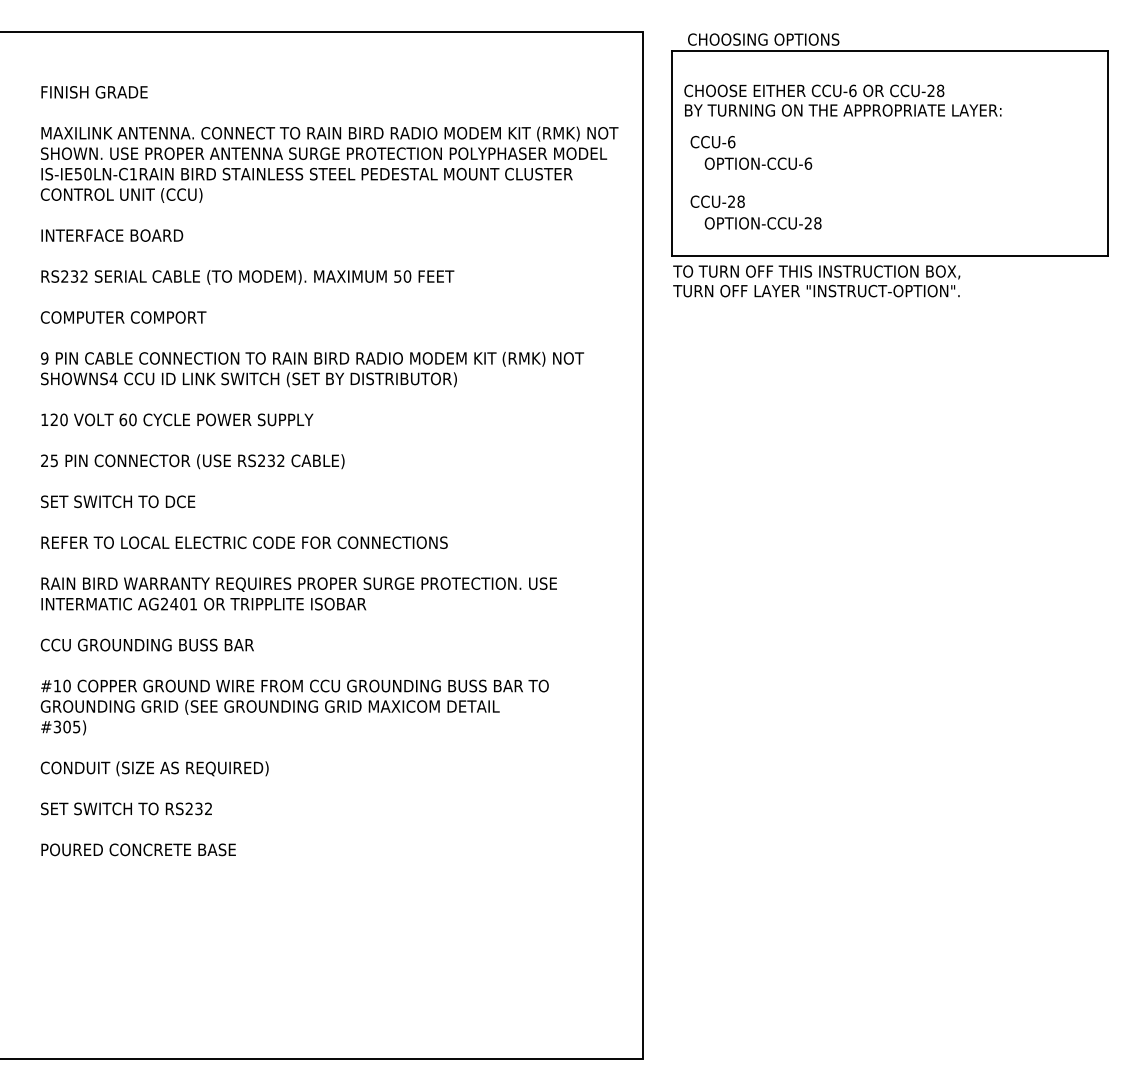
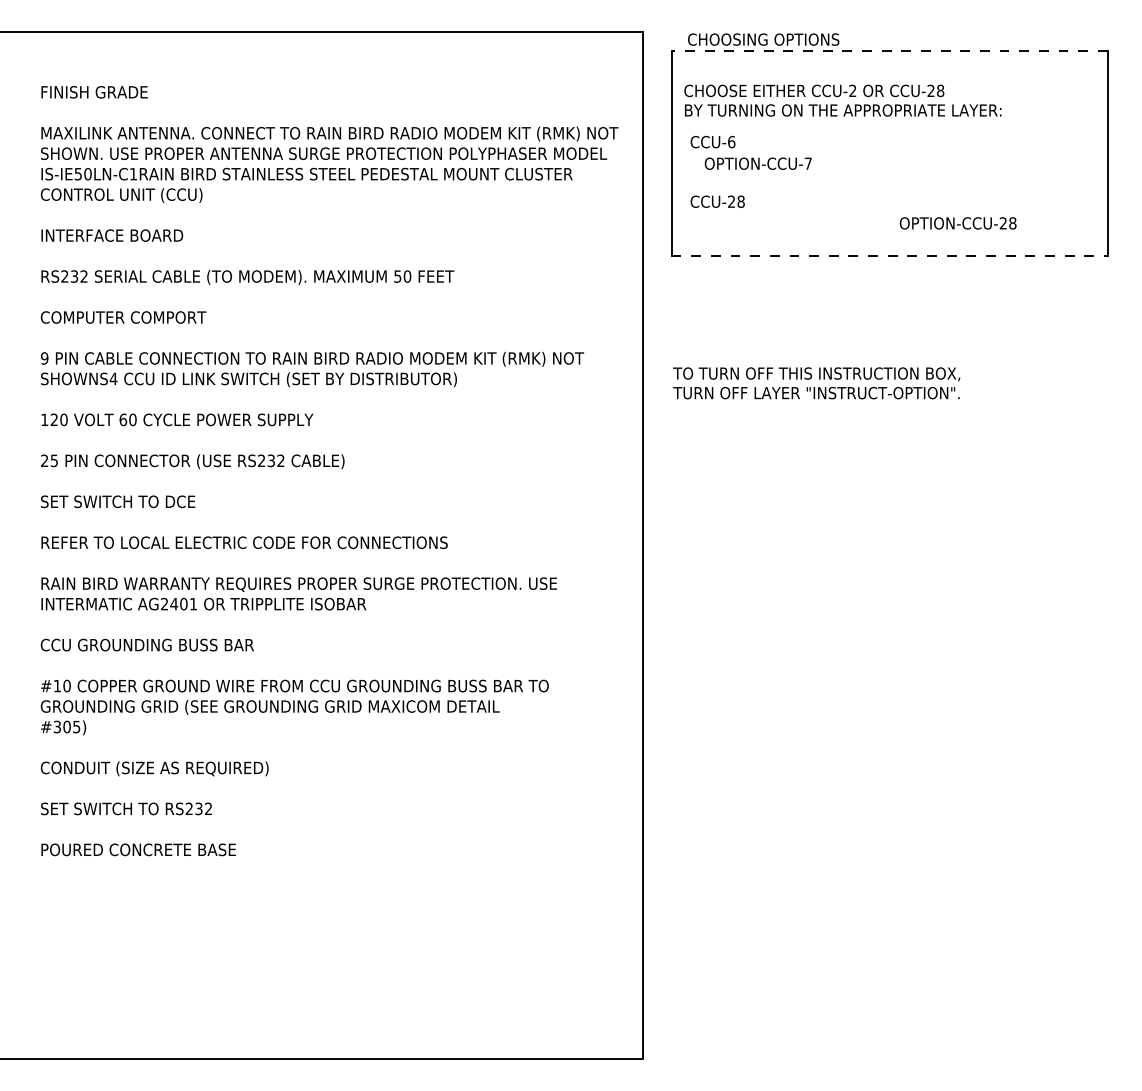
line at (889, 51): solid -> dashed
text at (852, 90): CCU-6 -> CCU-2
text at (808, 163): OPTION-CCU-6 -> OPTION-CCU-7
text at (762, 223) position: (762, 223) -> (957, 223)
line at (890, 256): solid -> dashed
text at (816, 281) position: (816, 281) -> (816, 383)
